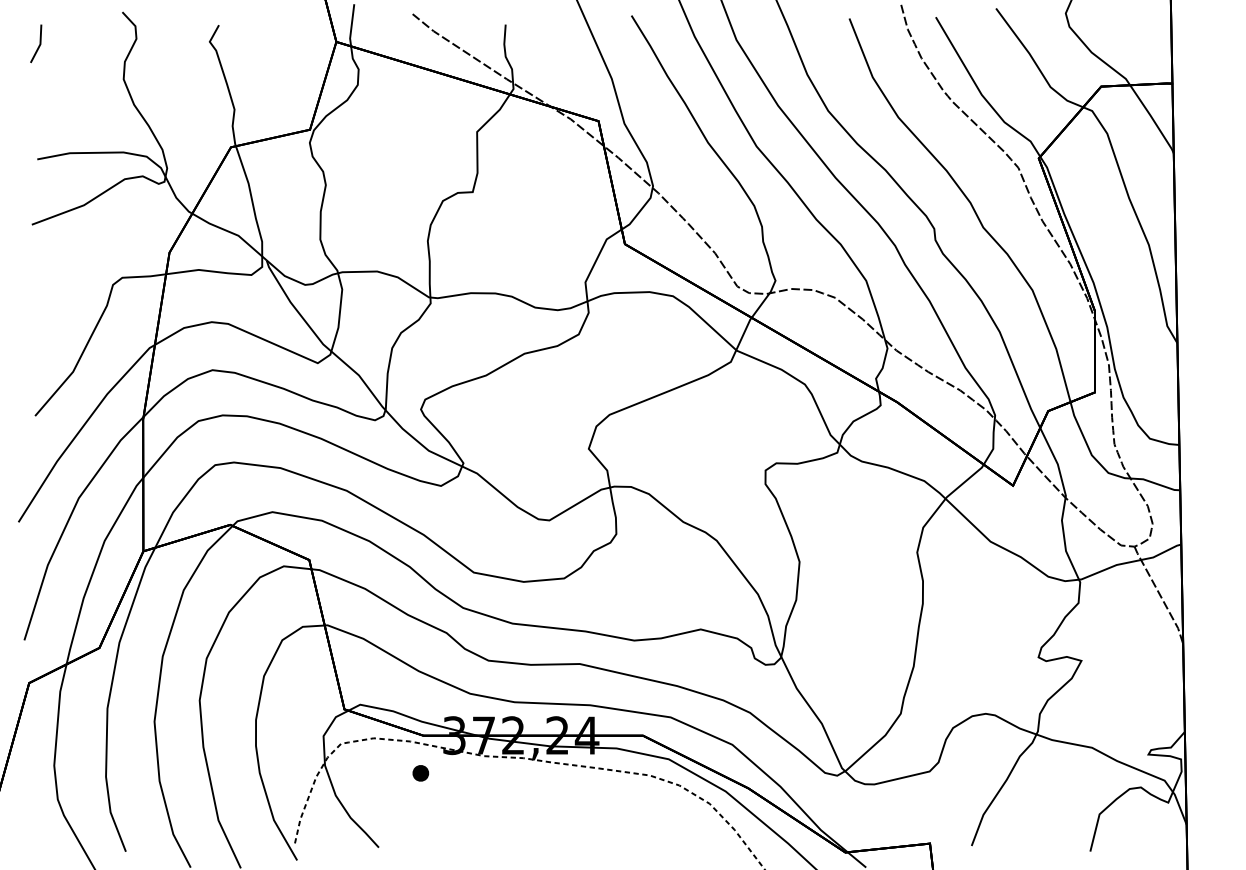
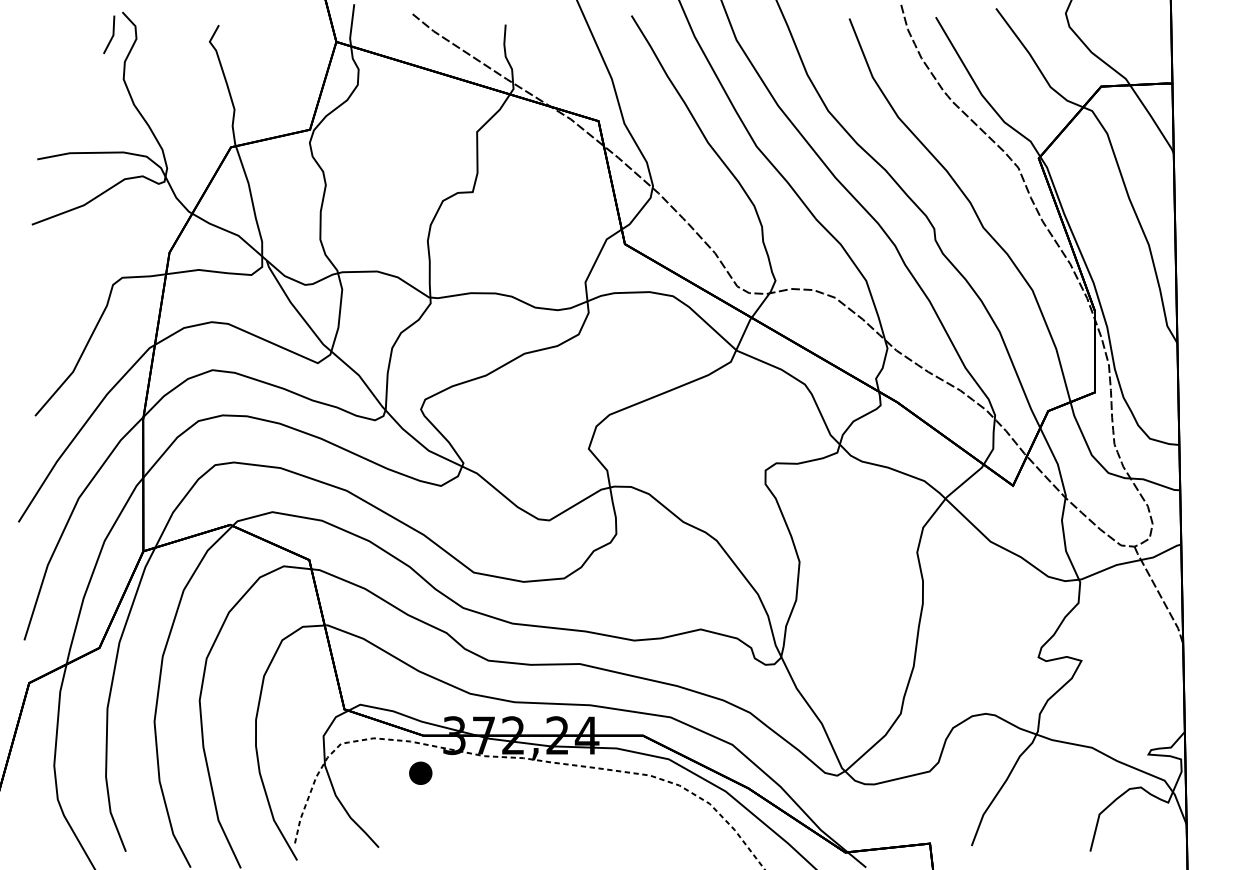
line at (38, 45) position: (38, 45) -> (111, 36)
part at (420, 773) size: 18x17 px -> 24x24 px
